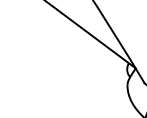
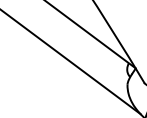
line at (71, 62): none -> present
